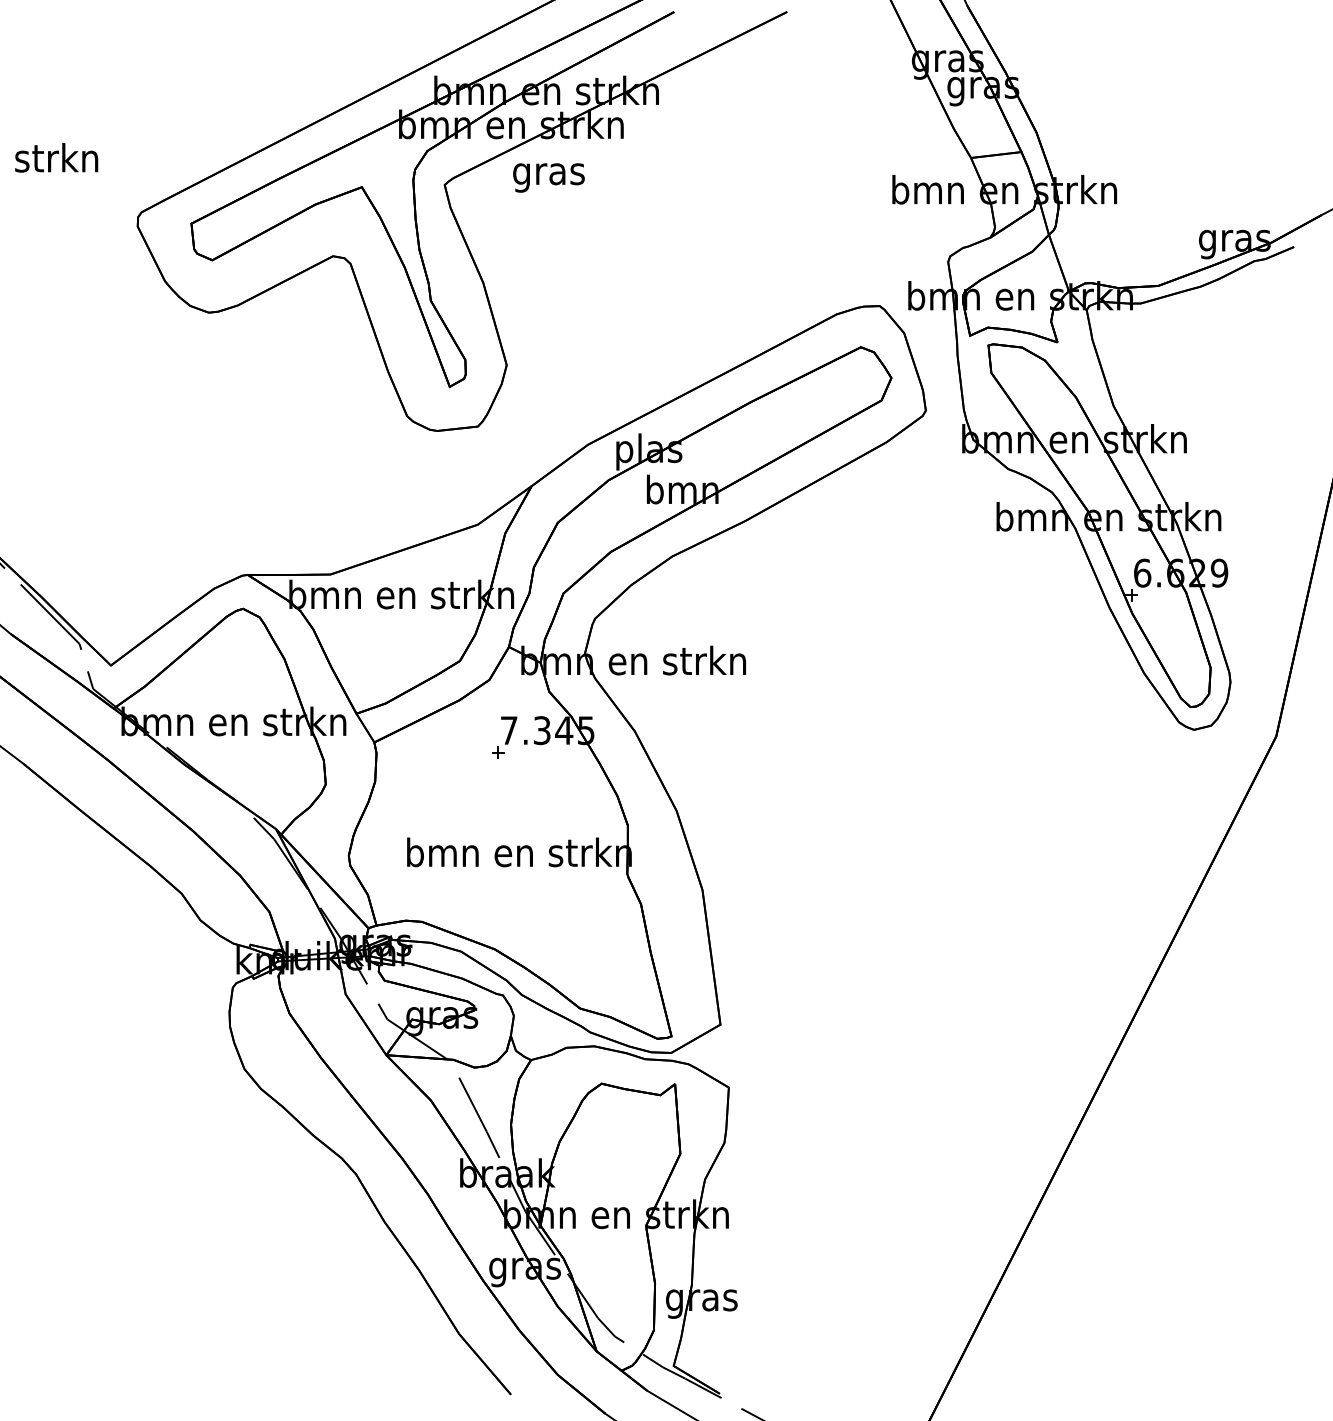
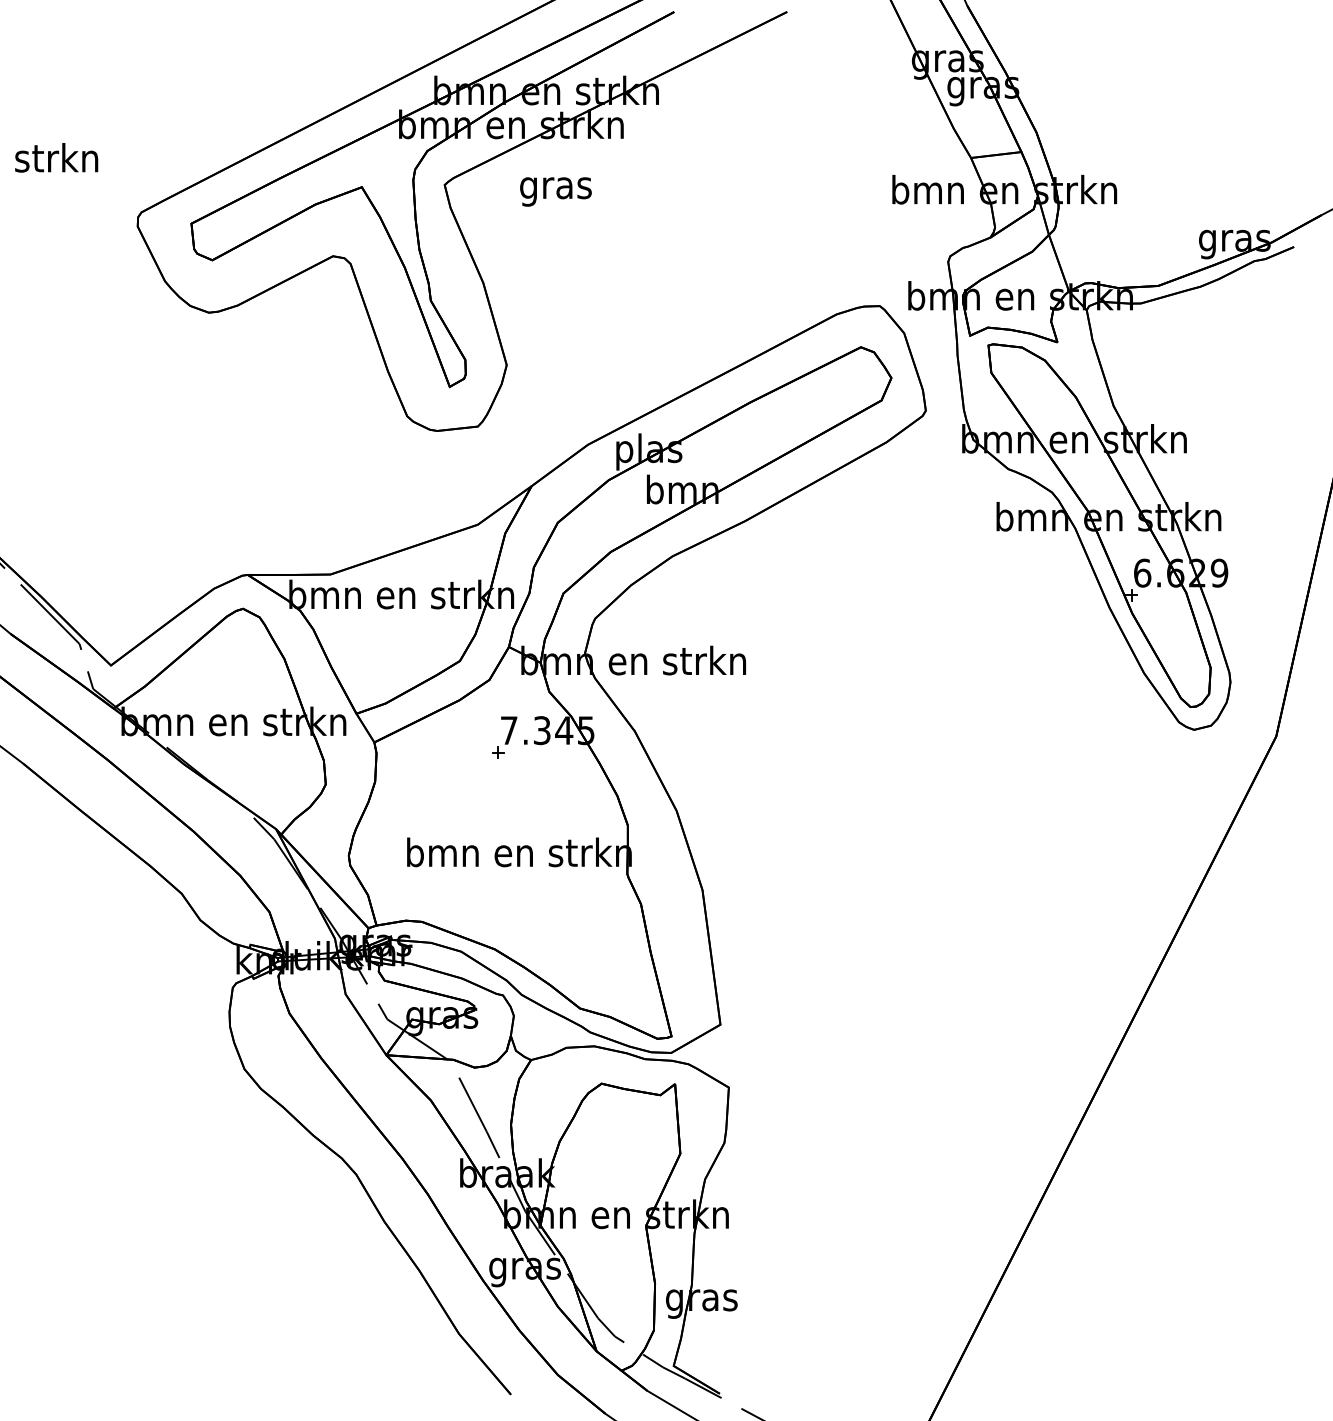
text at (548, 177) position: (548, 177) -> (555, 191)
